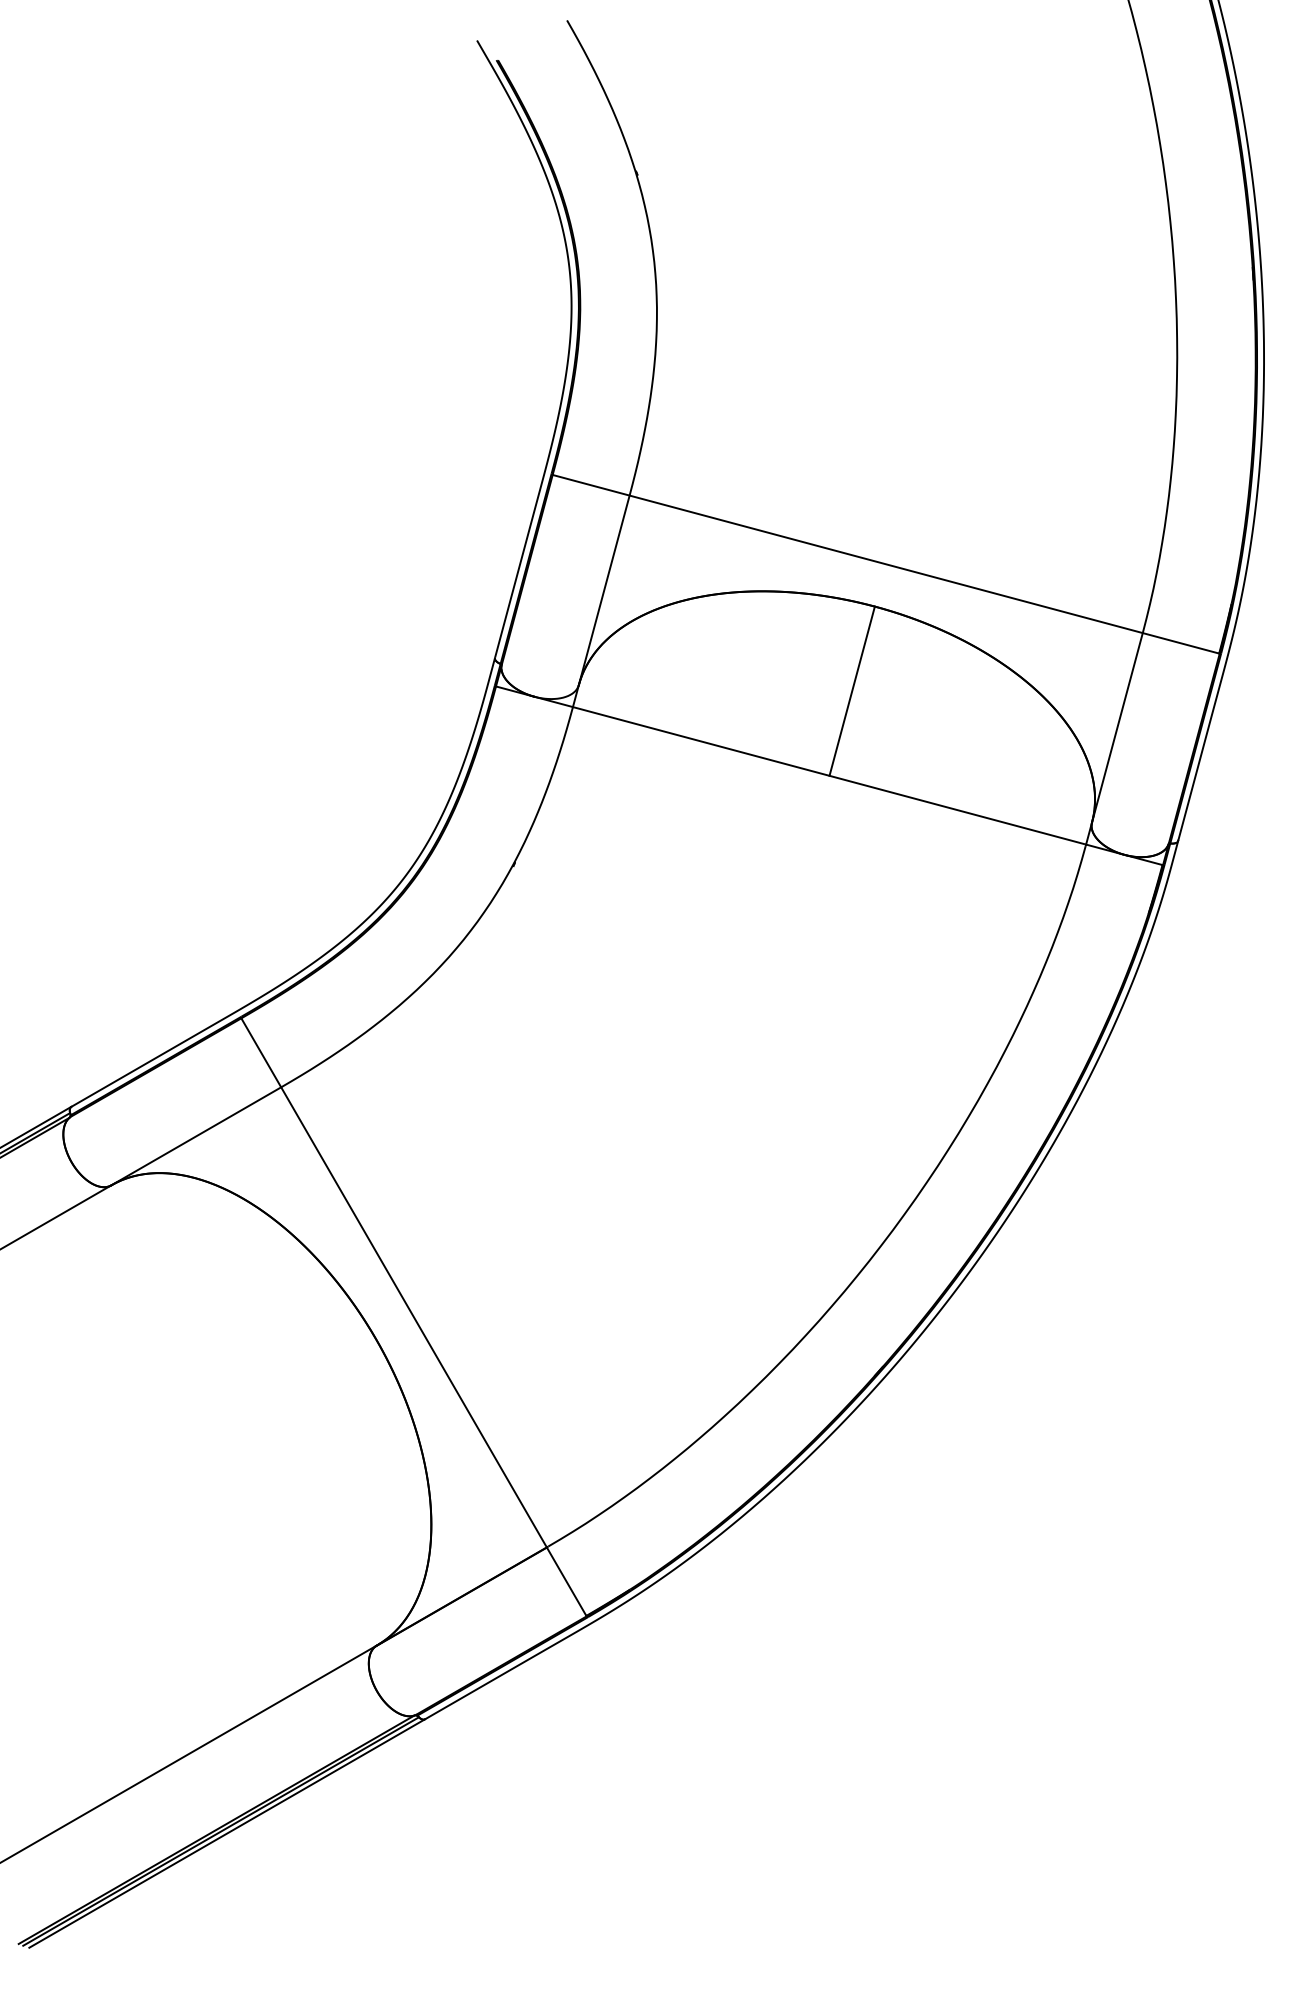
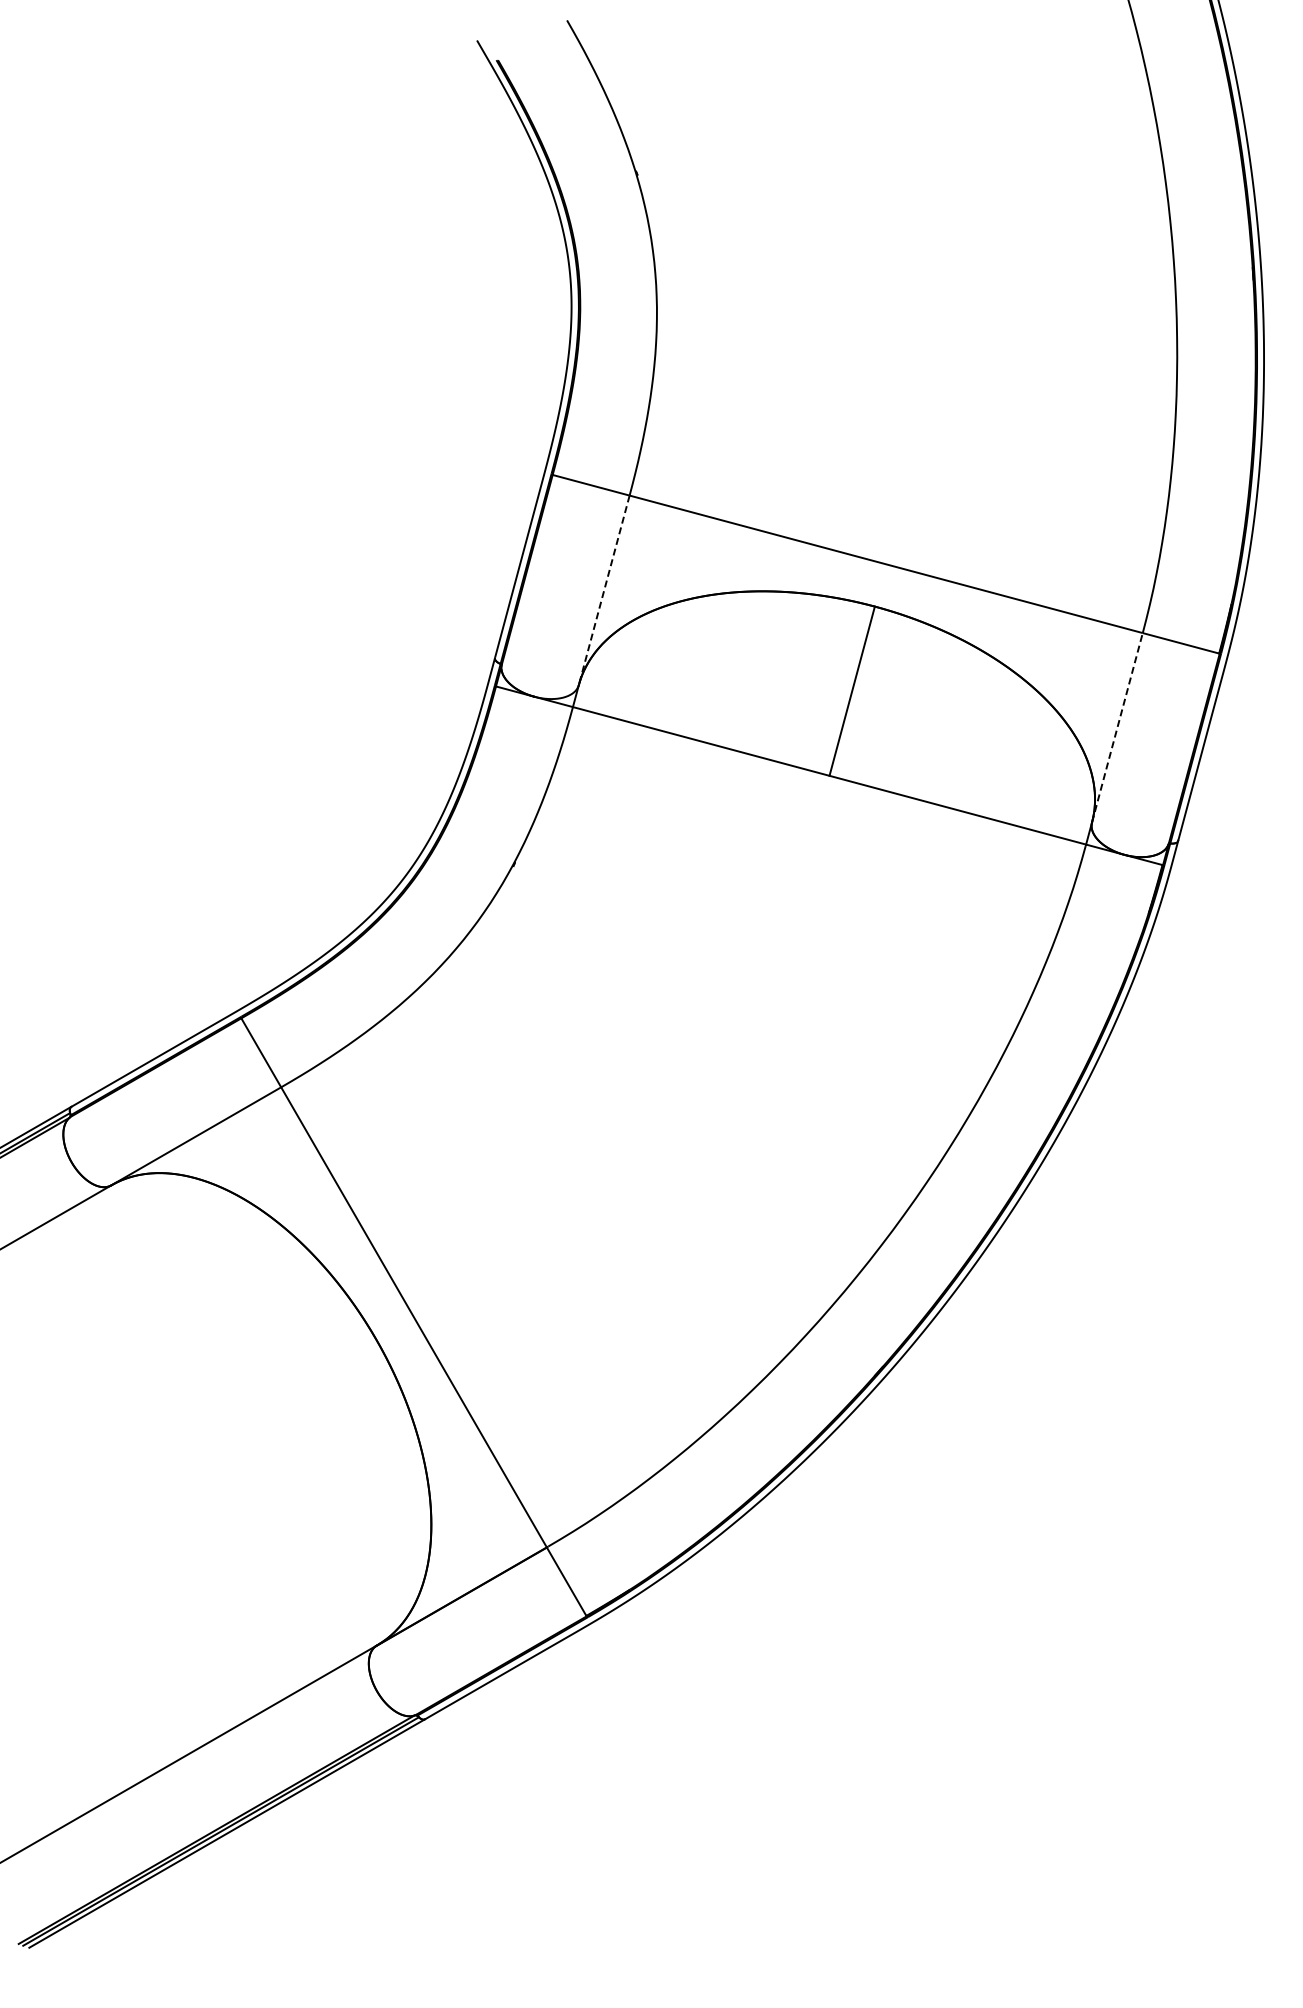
line at (604, 590): solid -> dashed
line at (1117, 727): solid -> dashed
